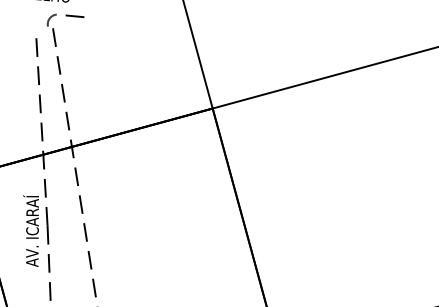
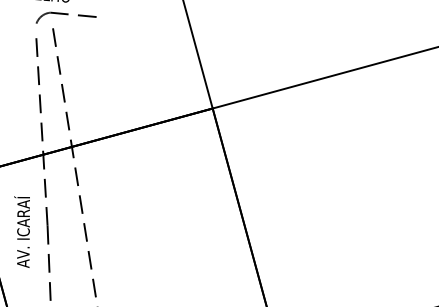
part at (65, 19) size: 39x14 px -> 62x13 px
text at (30, 230) position: (30, 230) -> (21, 231)
